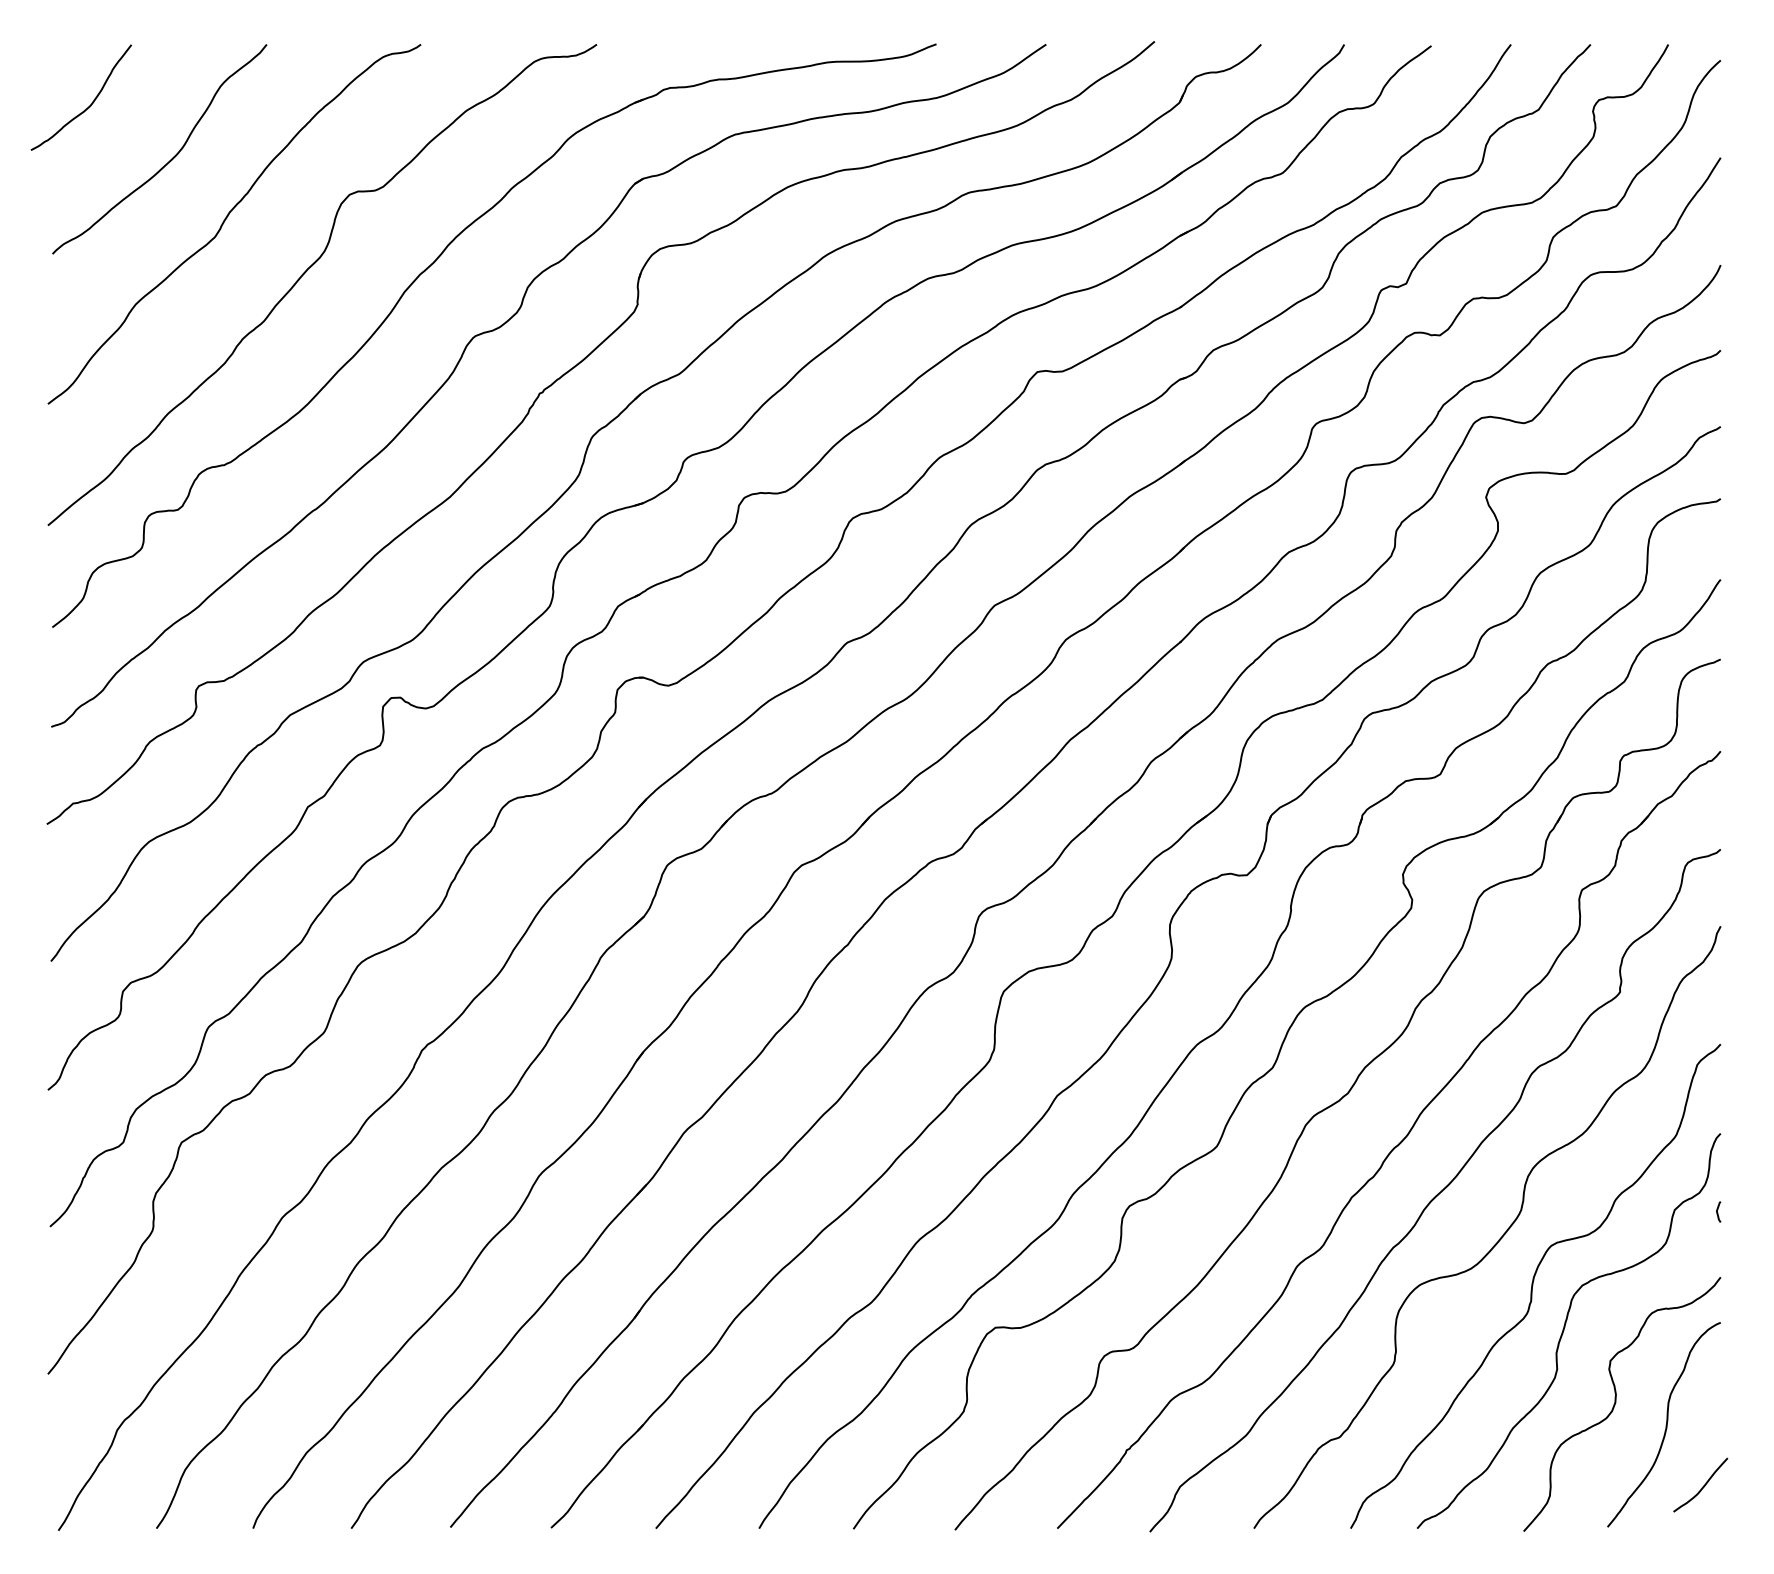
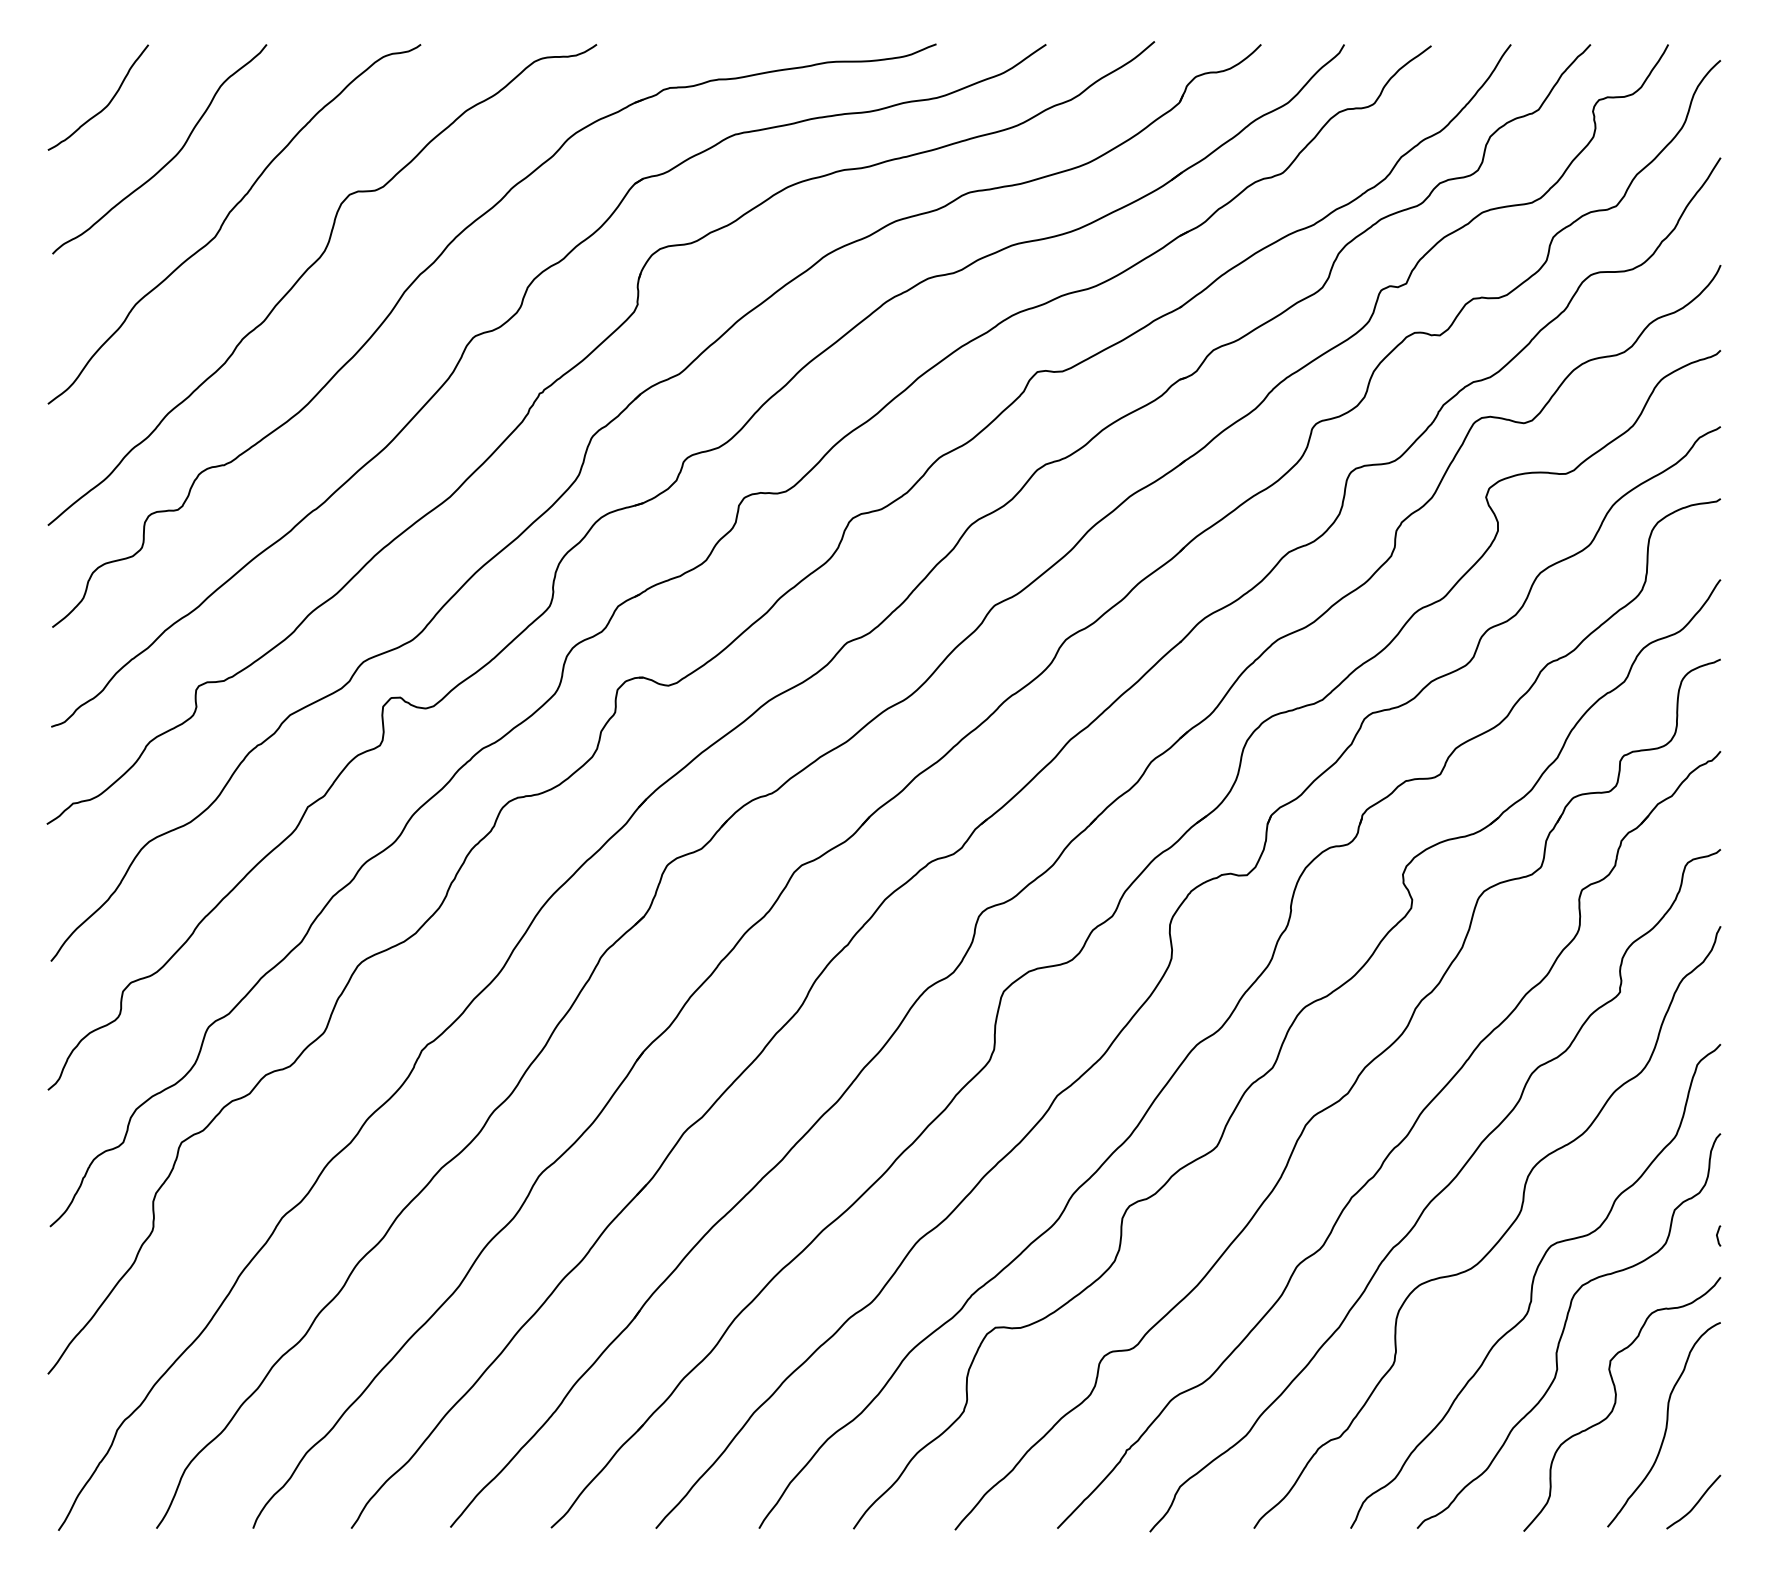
curve at (91, 102) position: (91, 102) -> (108, 102)
curve at (1717, 1211) position: (1717, 1211) -> (1717, 1235)
curve at (1702, 1486) position: (1702, 1486) -> (1695, 1503)
